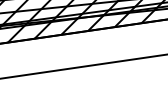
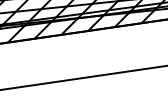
line at (83, 66) position: (83, 66) -> (83, 77)
